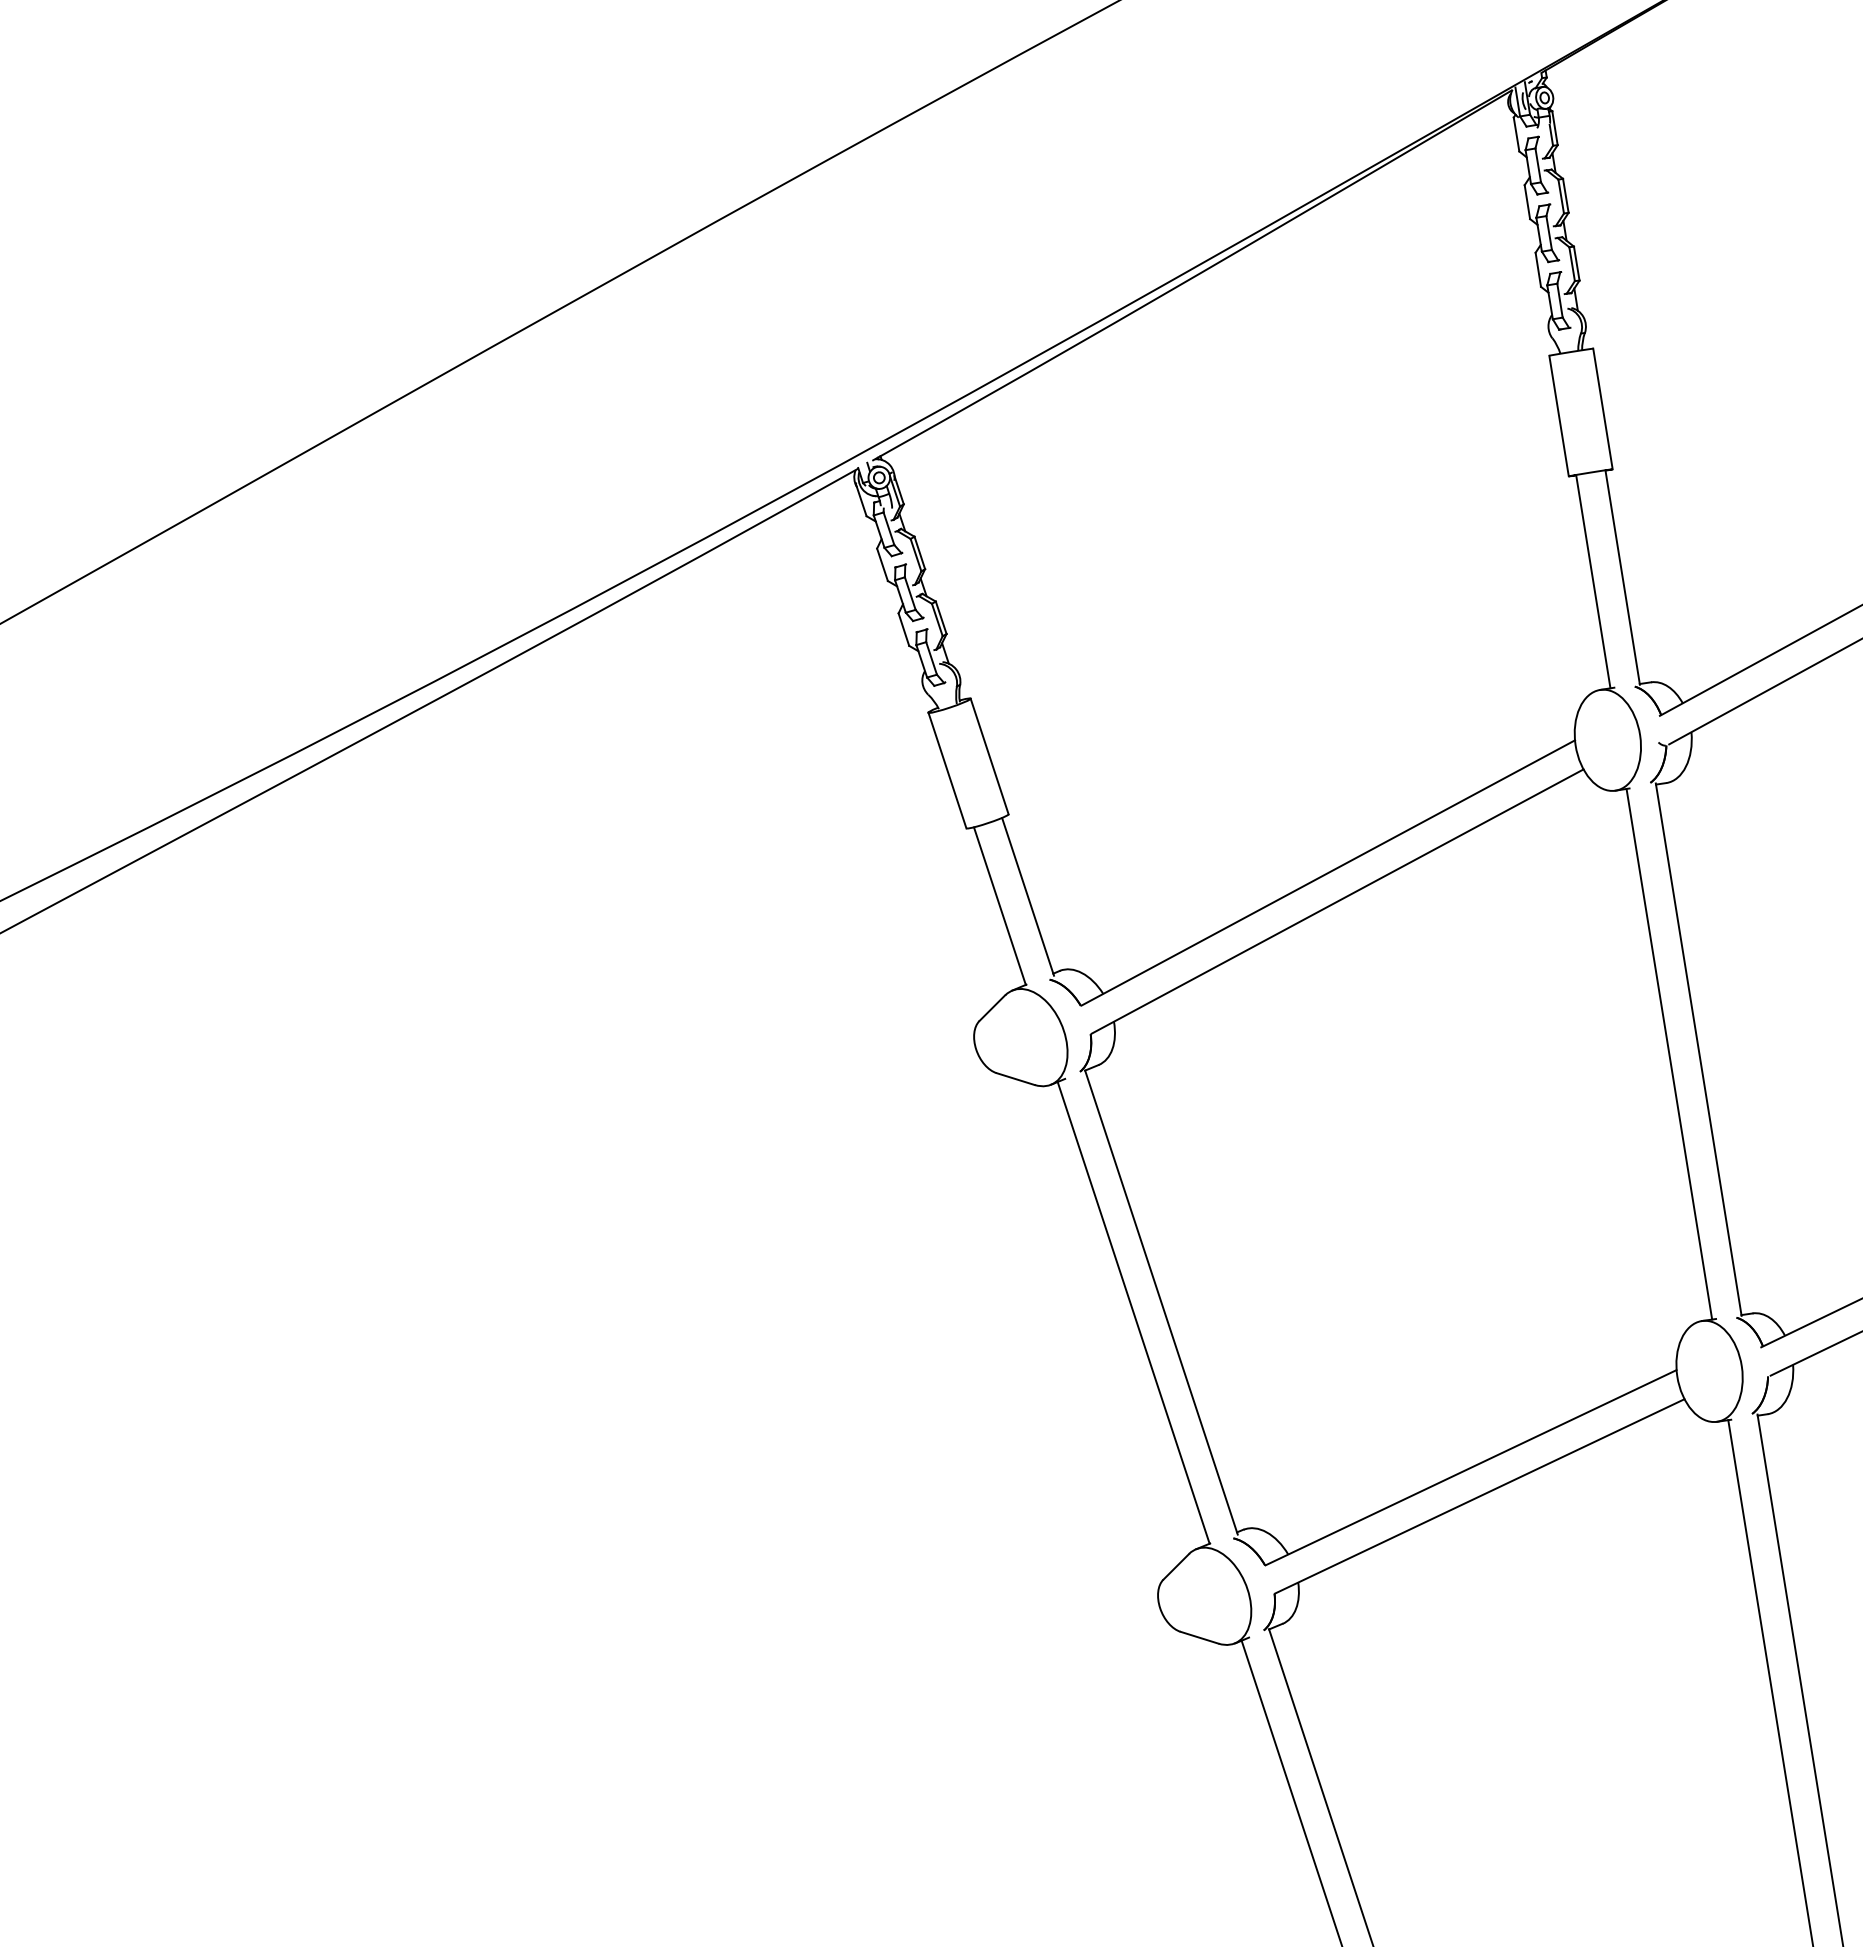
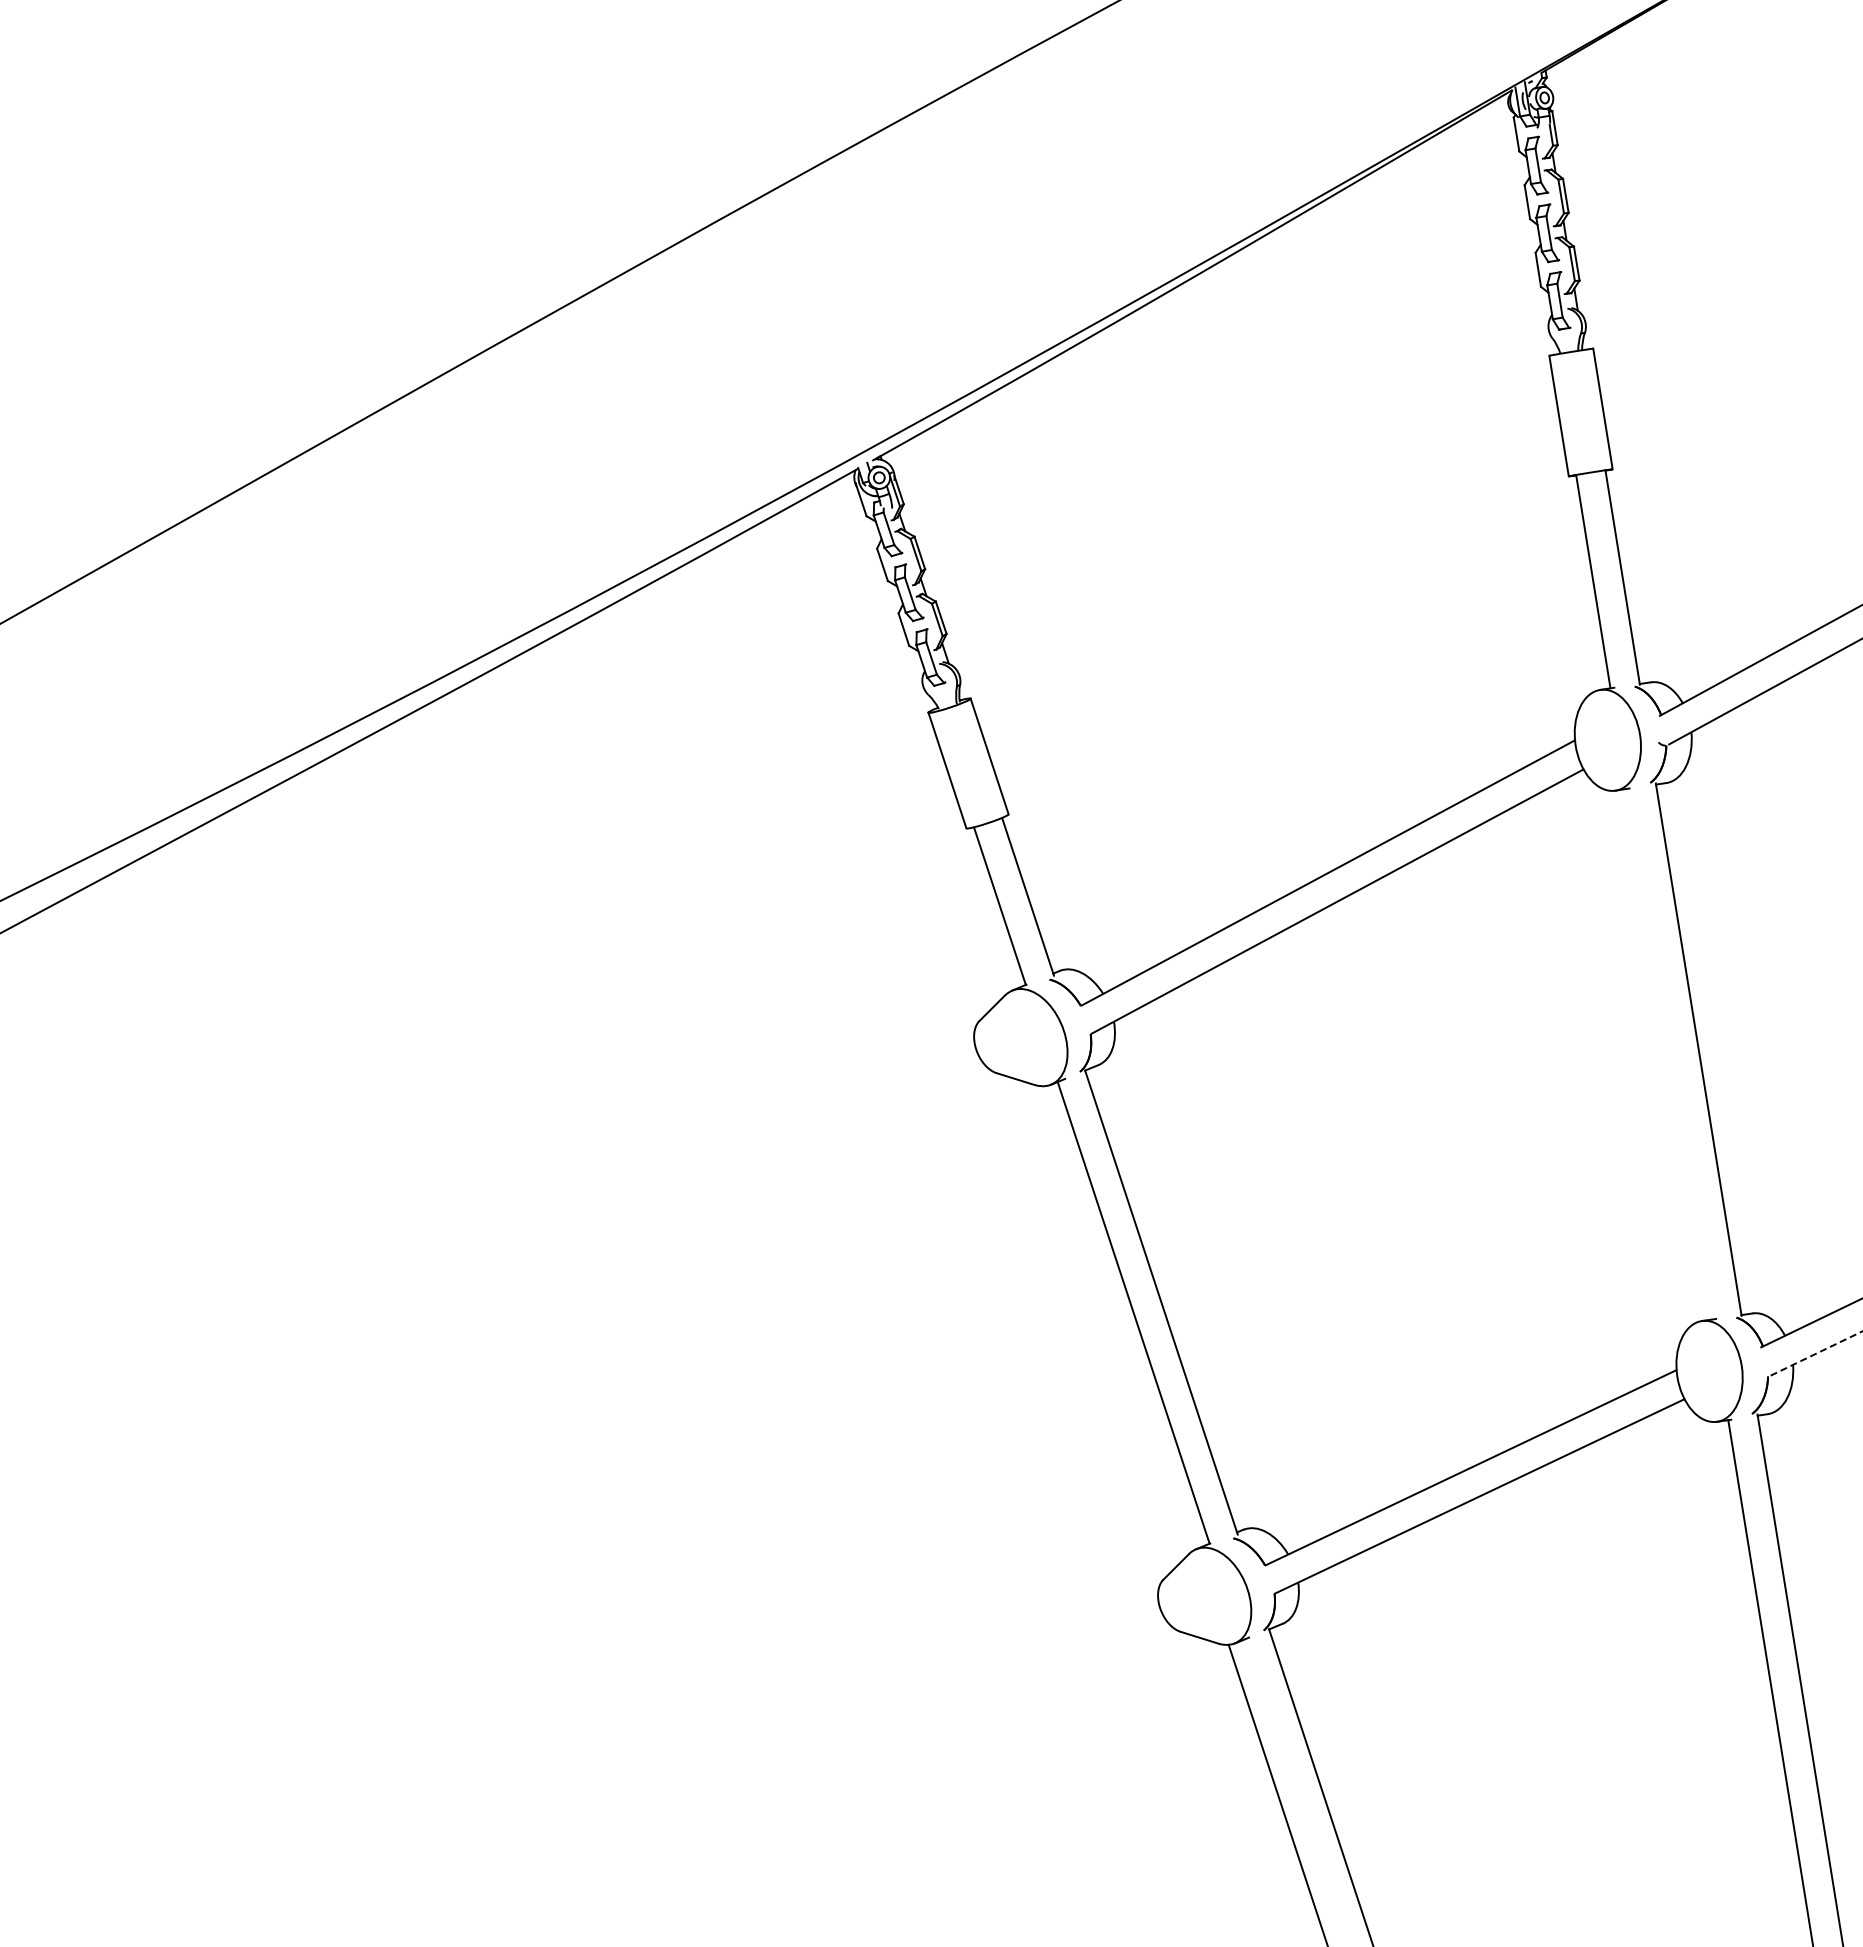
line at (1669, 1054): present -> none
line at (1816, 1353): solid -> dashed
line at (1291, 1791) position: (1291, 1791) -> (1277, 1793)
